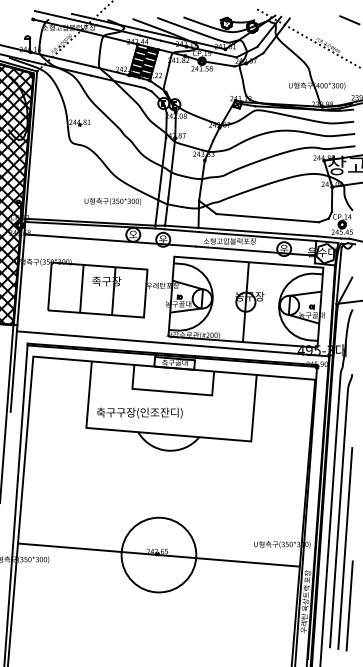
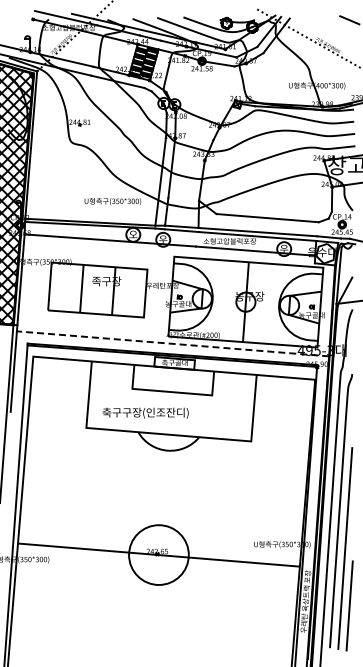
line at (173, 343): solid -> dashed
text at (139, 412) position: (139, 412) -> (145, 412)
circle at (158, 554) diameter: 75 px -> 60 px
